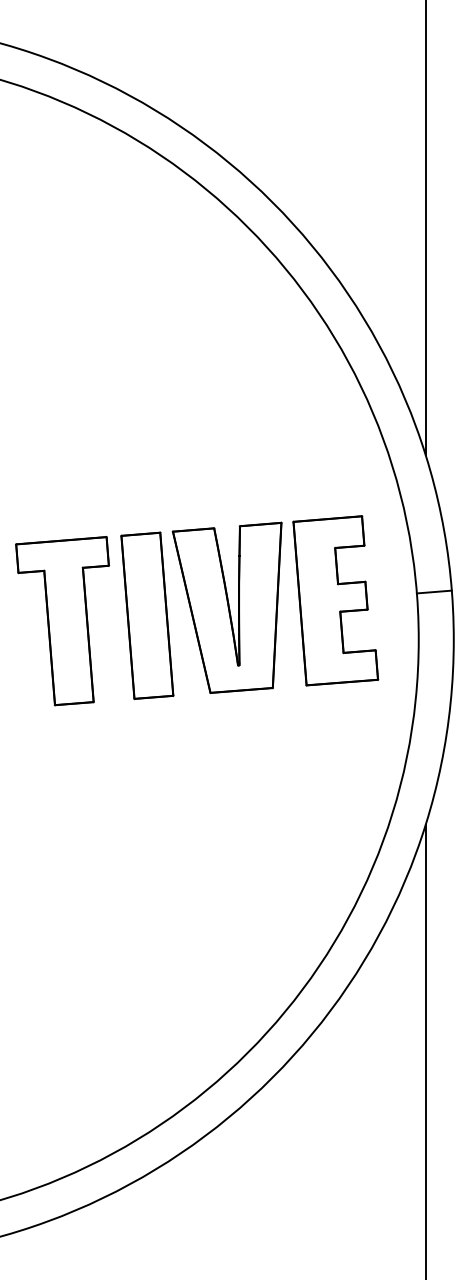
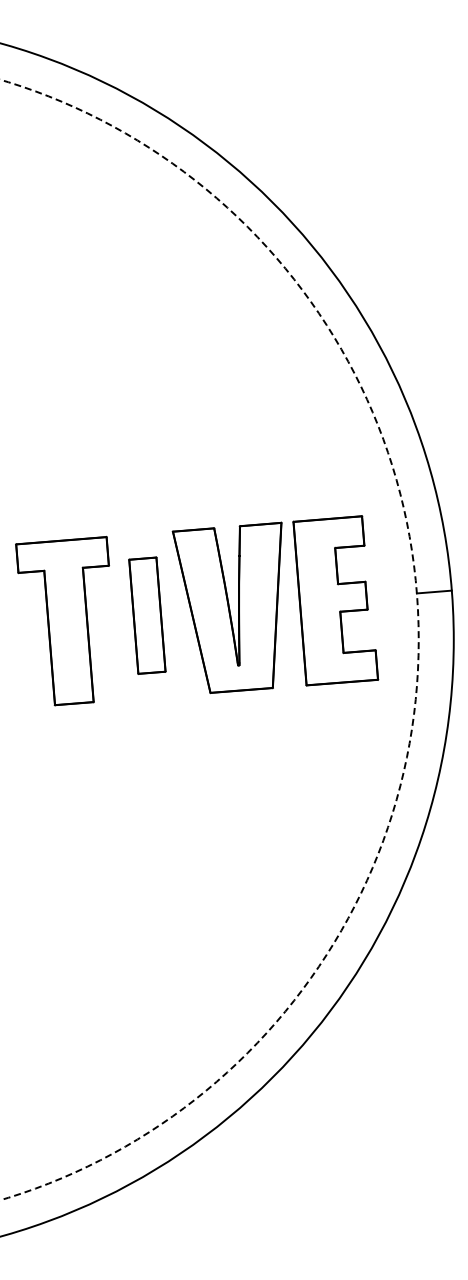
line at (425, 228): present -> none
part at (147, 615) size: 55x169 px -> 39x119 px
circle at (209, 639): solid -> dashed
line at (425, 1050): present -> none
